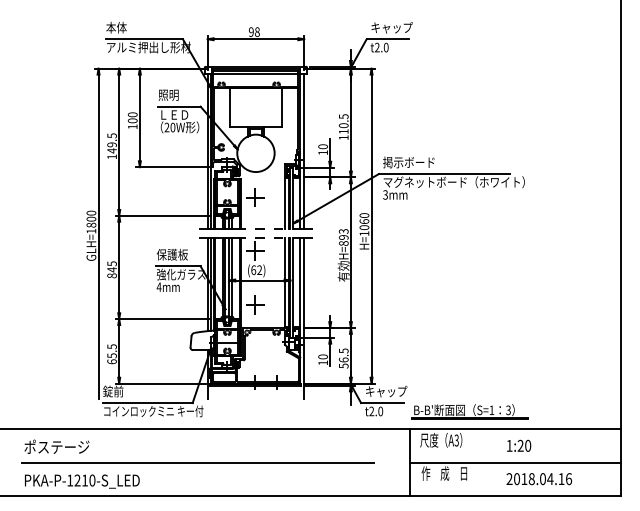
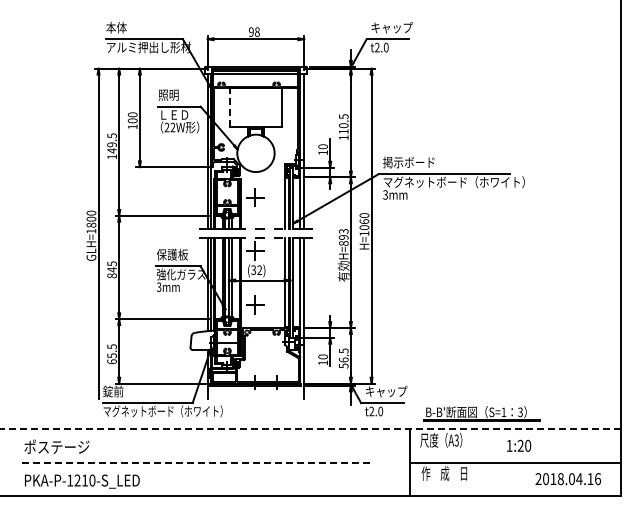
line at (229, 107): solid -> dashed
text at (172, 127): 20W -> 22W
text at (253, 269): (62) -> (32)
text at (158, 286): 4mm -> 3mm
text at (162, 411): コインロックミニ キー付 -> マグネットボード（ホワイト）
part at (469, 411) position: (469, 411) -> (481, 413)
line at (311, 429): solid -> dashed
line at (198, 462): solid -> dashed
text at (539, 479) position: (539, 479) -> (568, 479)
